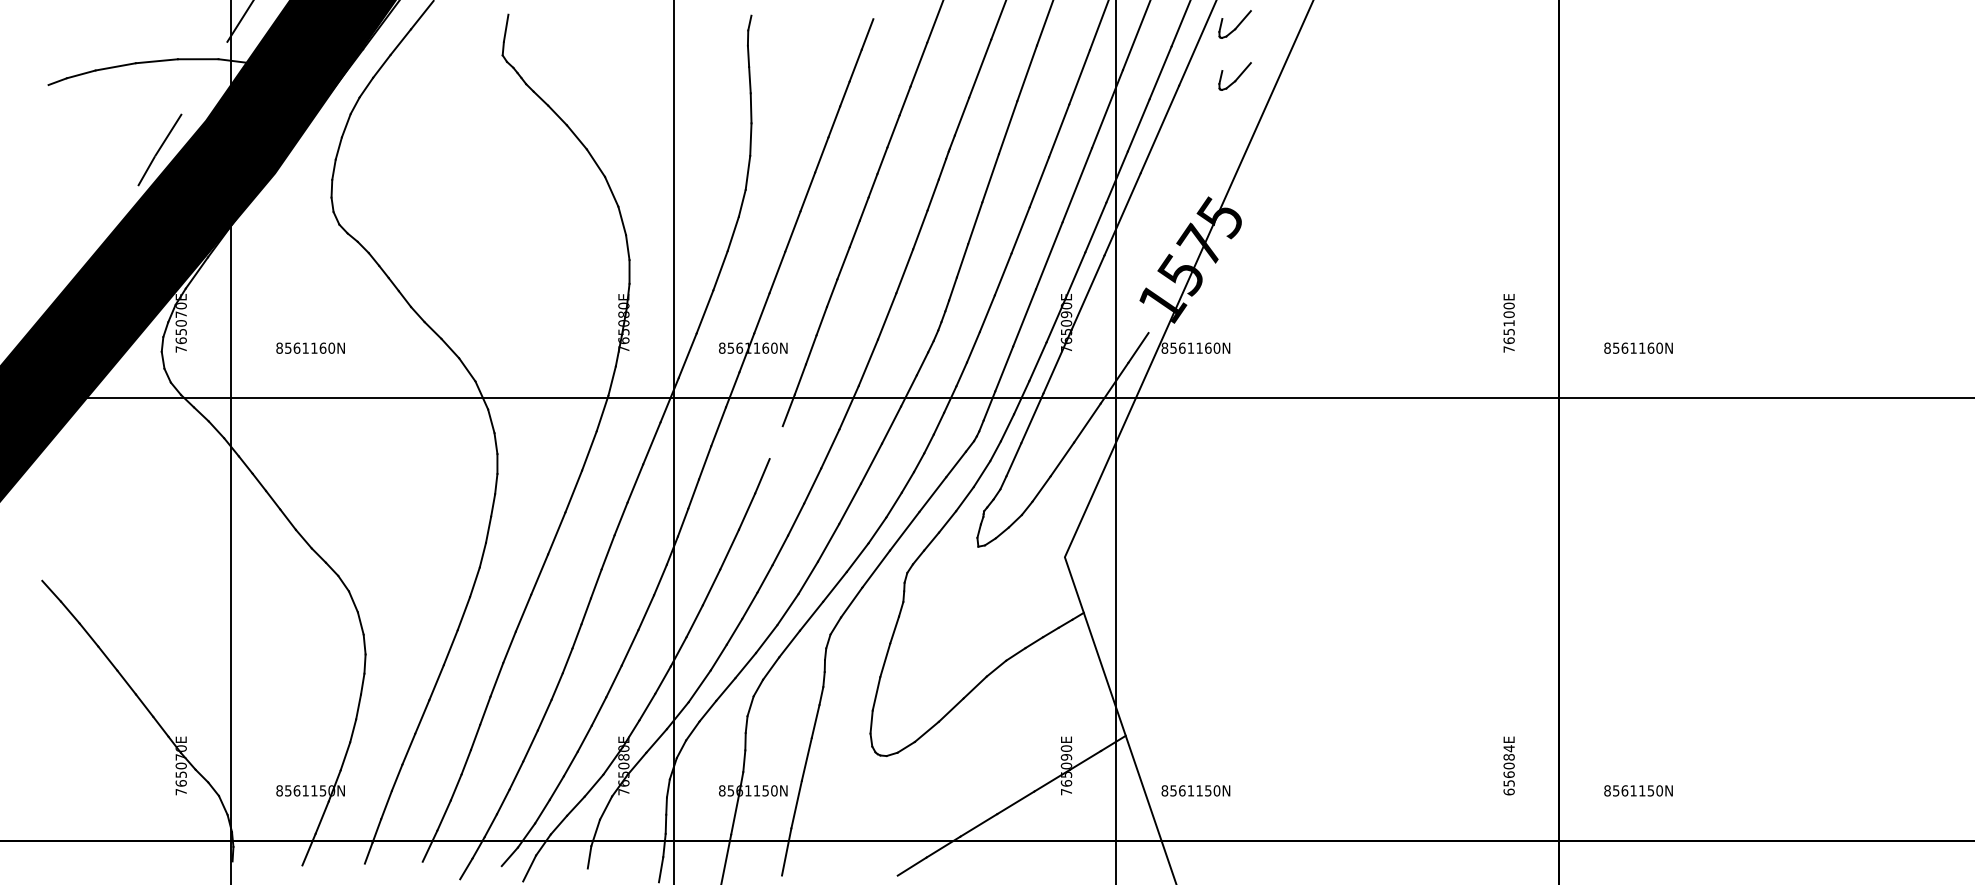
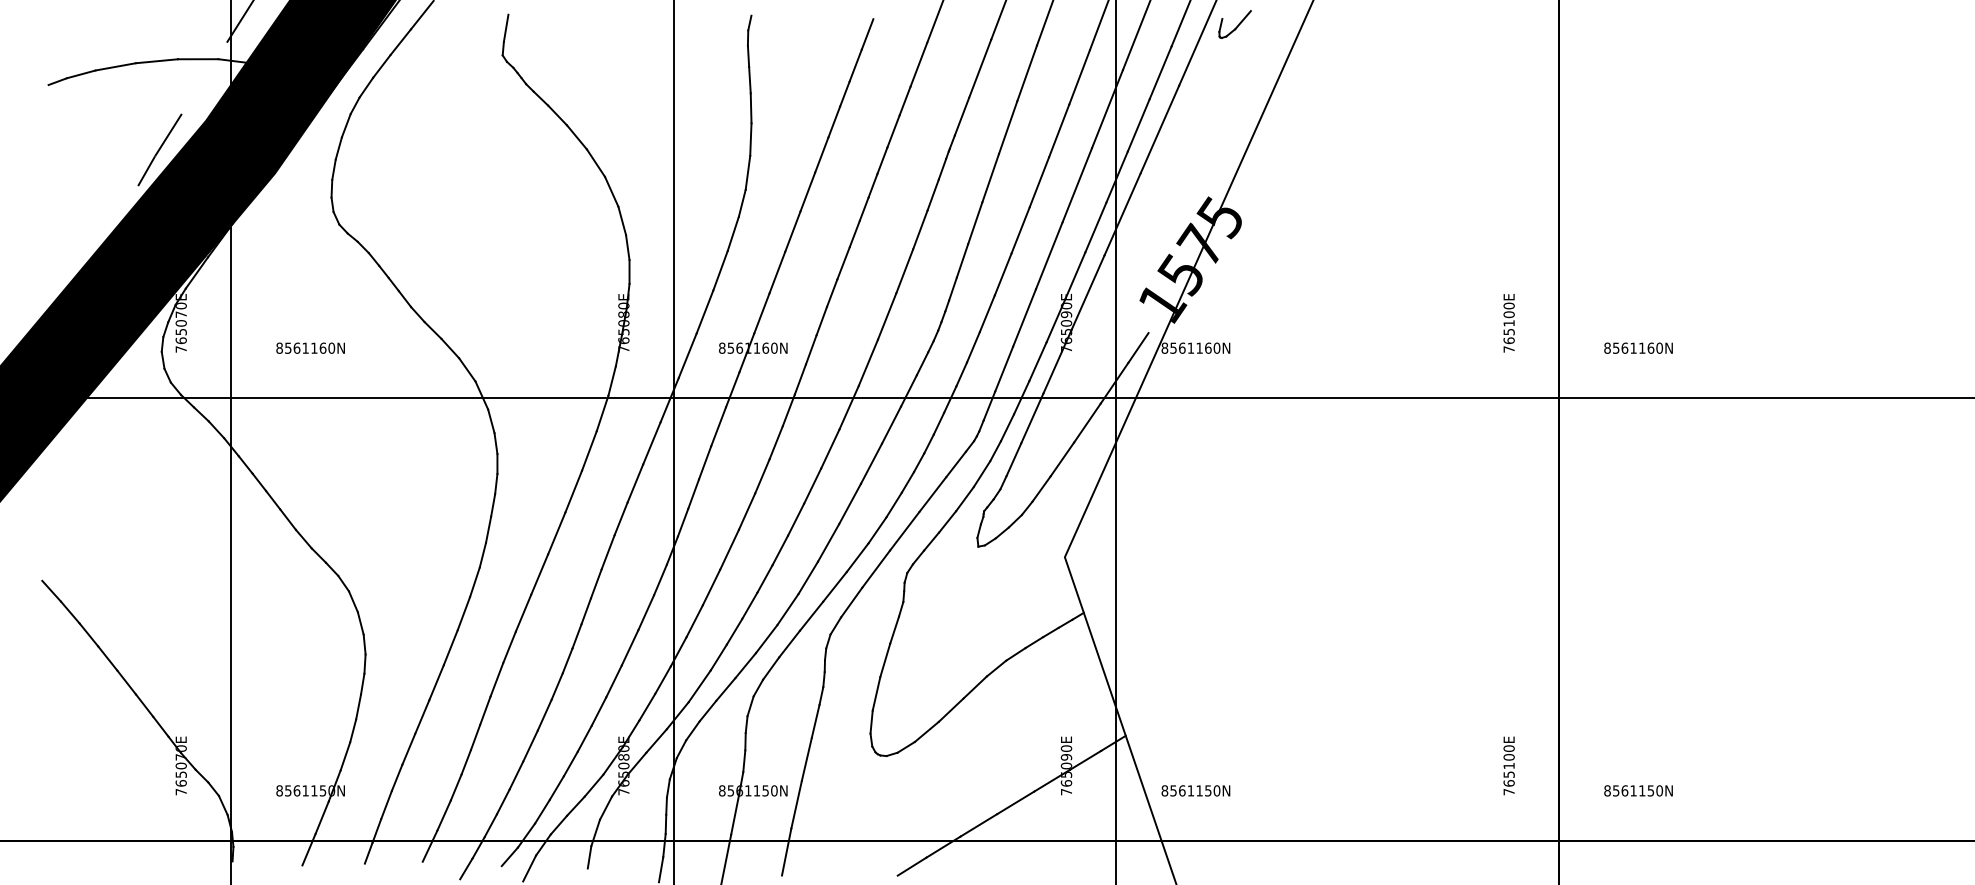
part at (1234, 76): present -> none
line at (775, 442): none -> present
text at (1508, 770): 656084E -> 765100E
